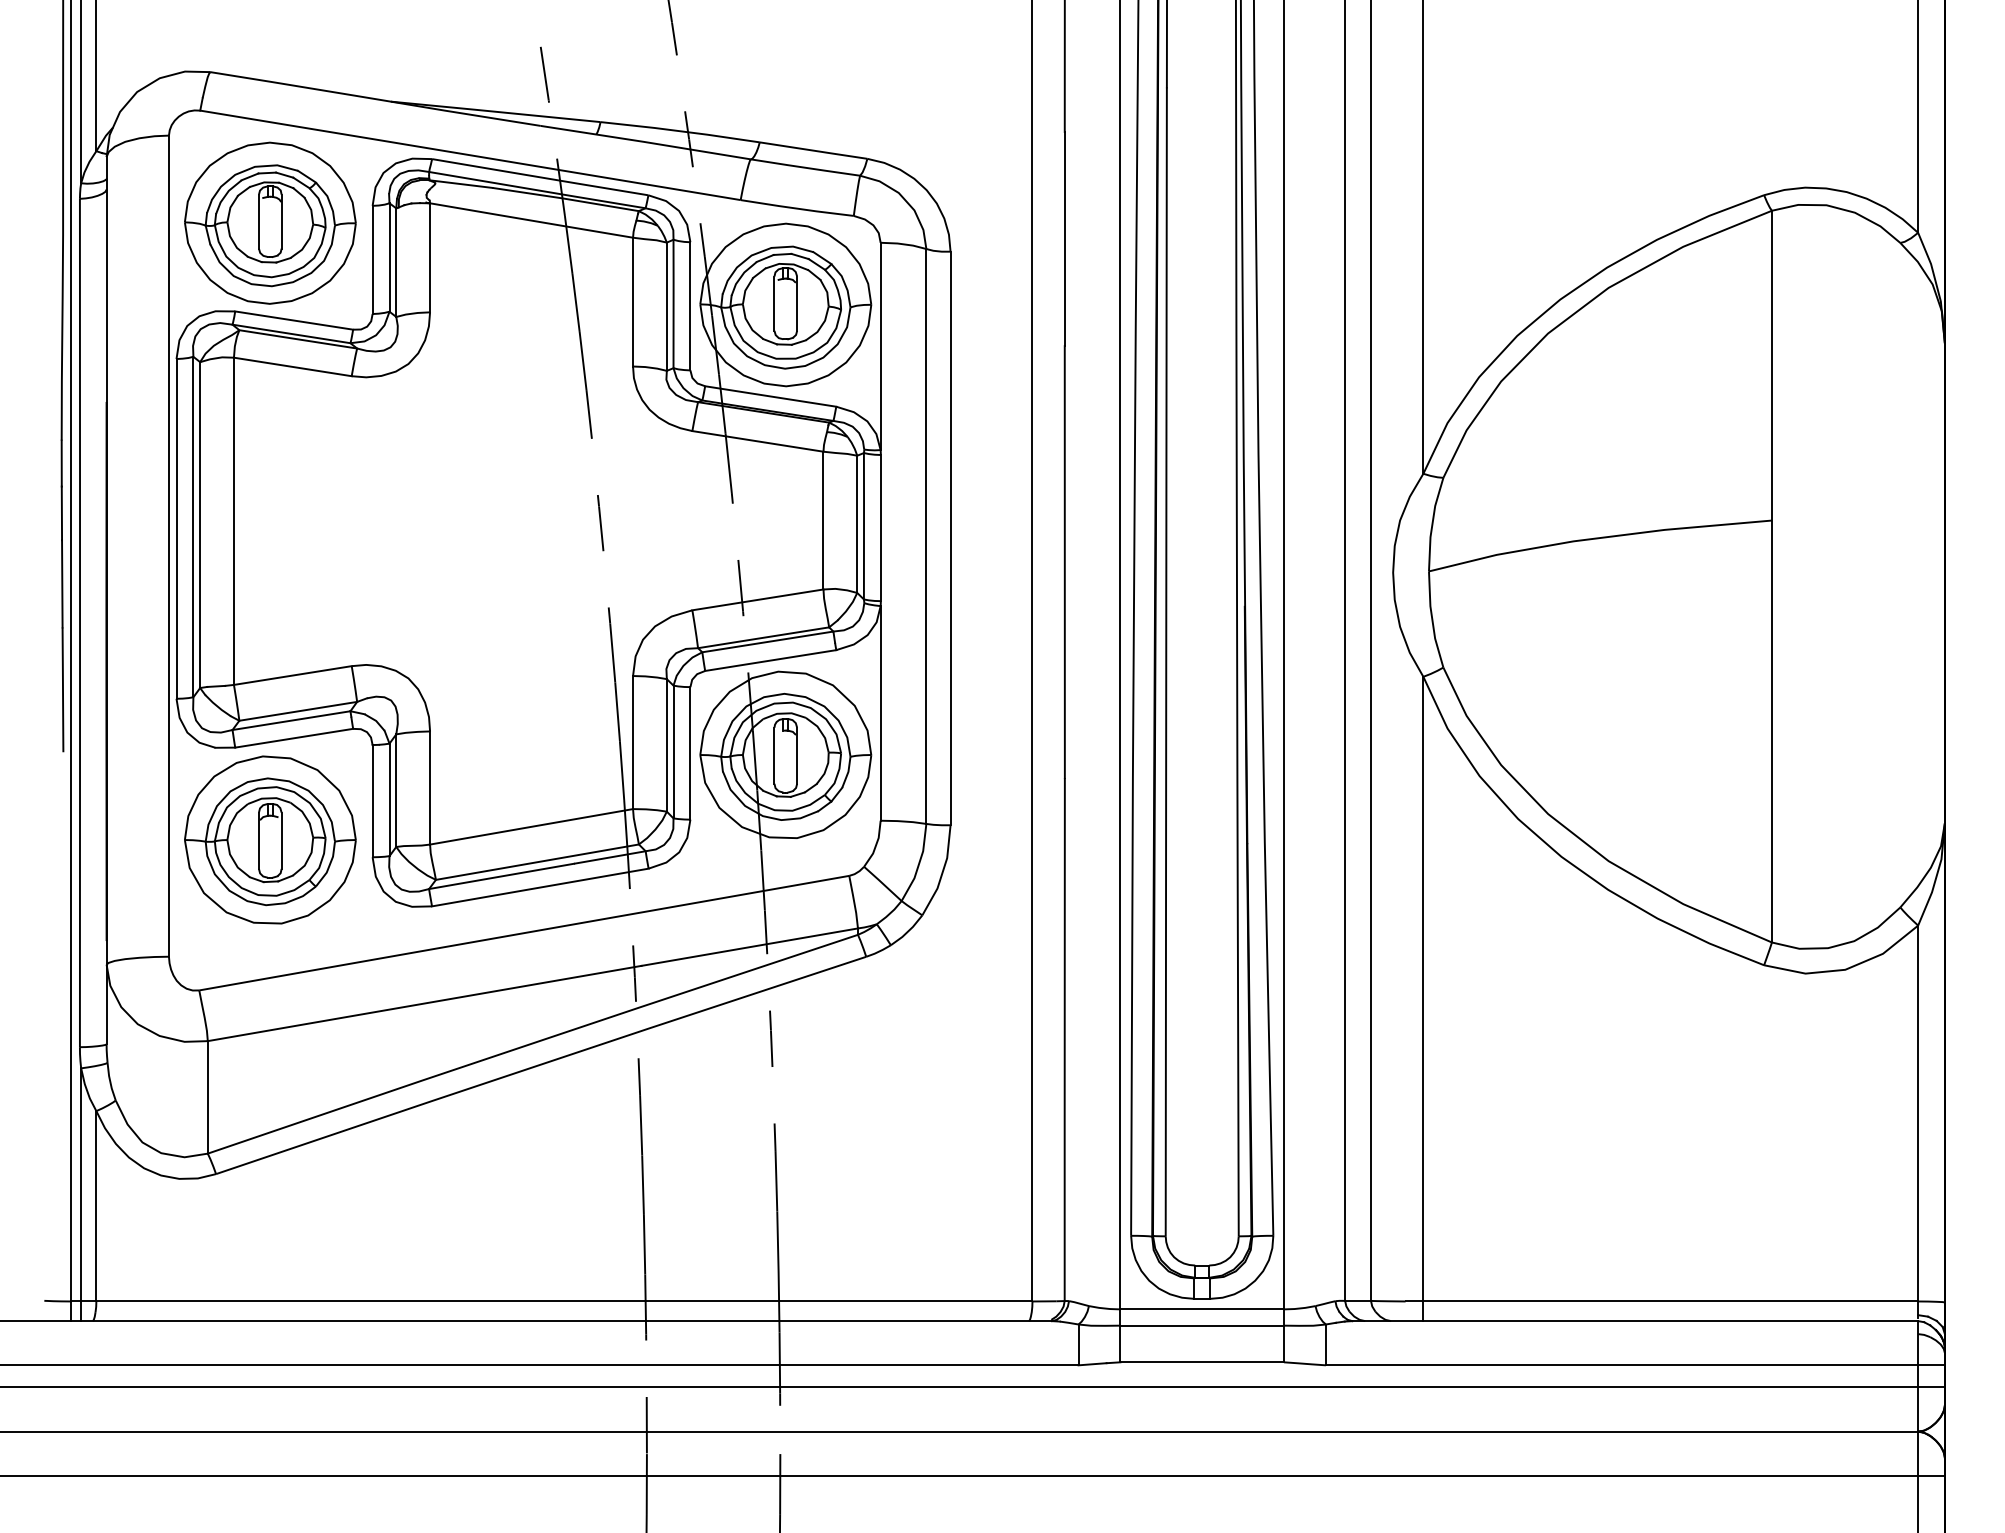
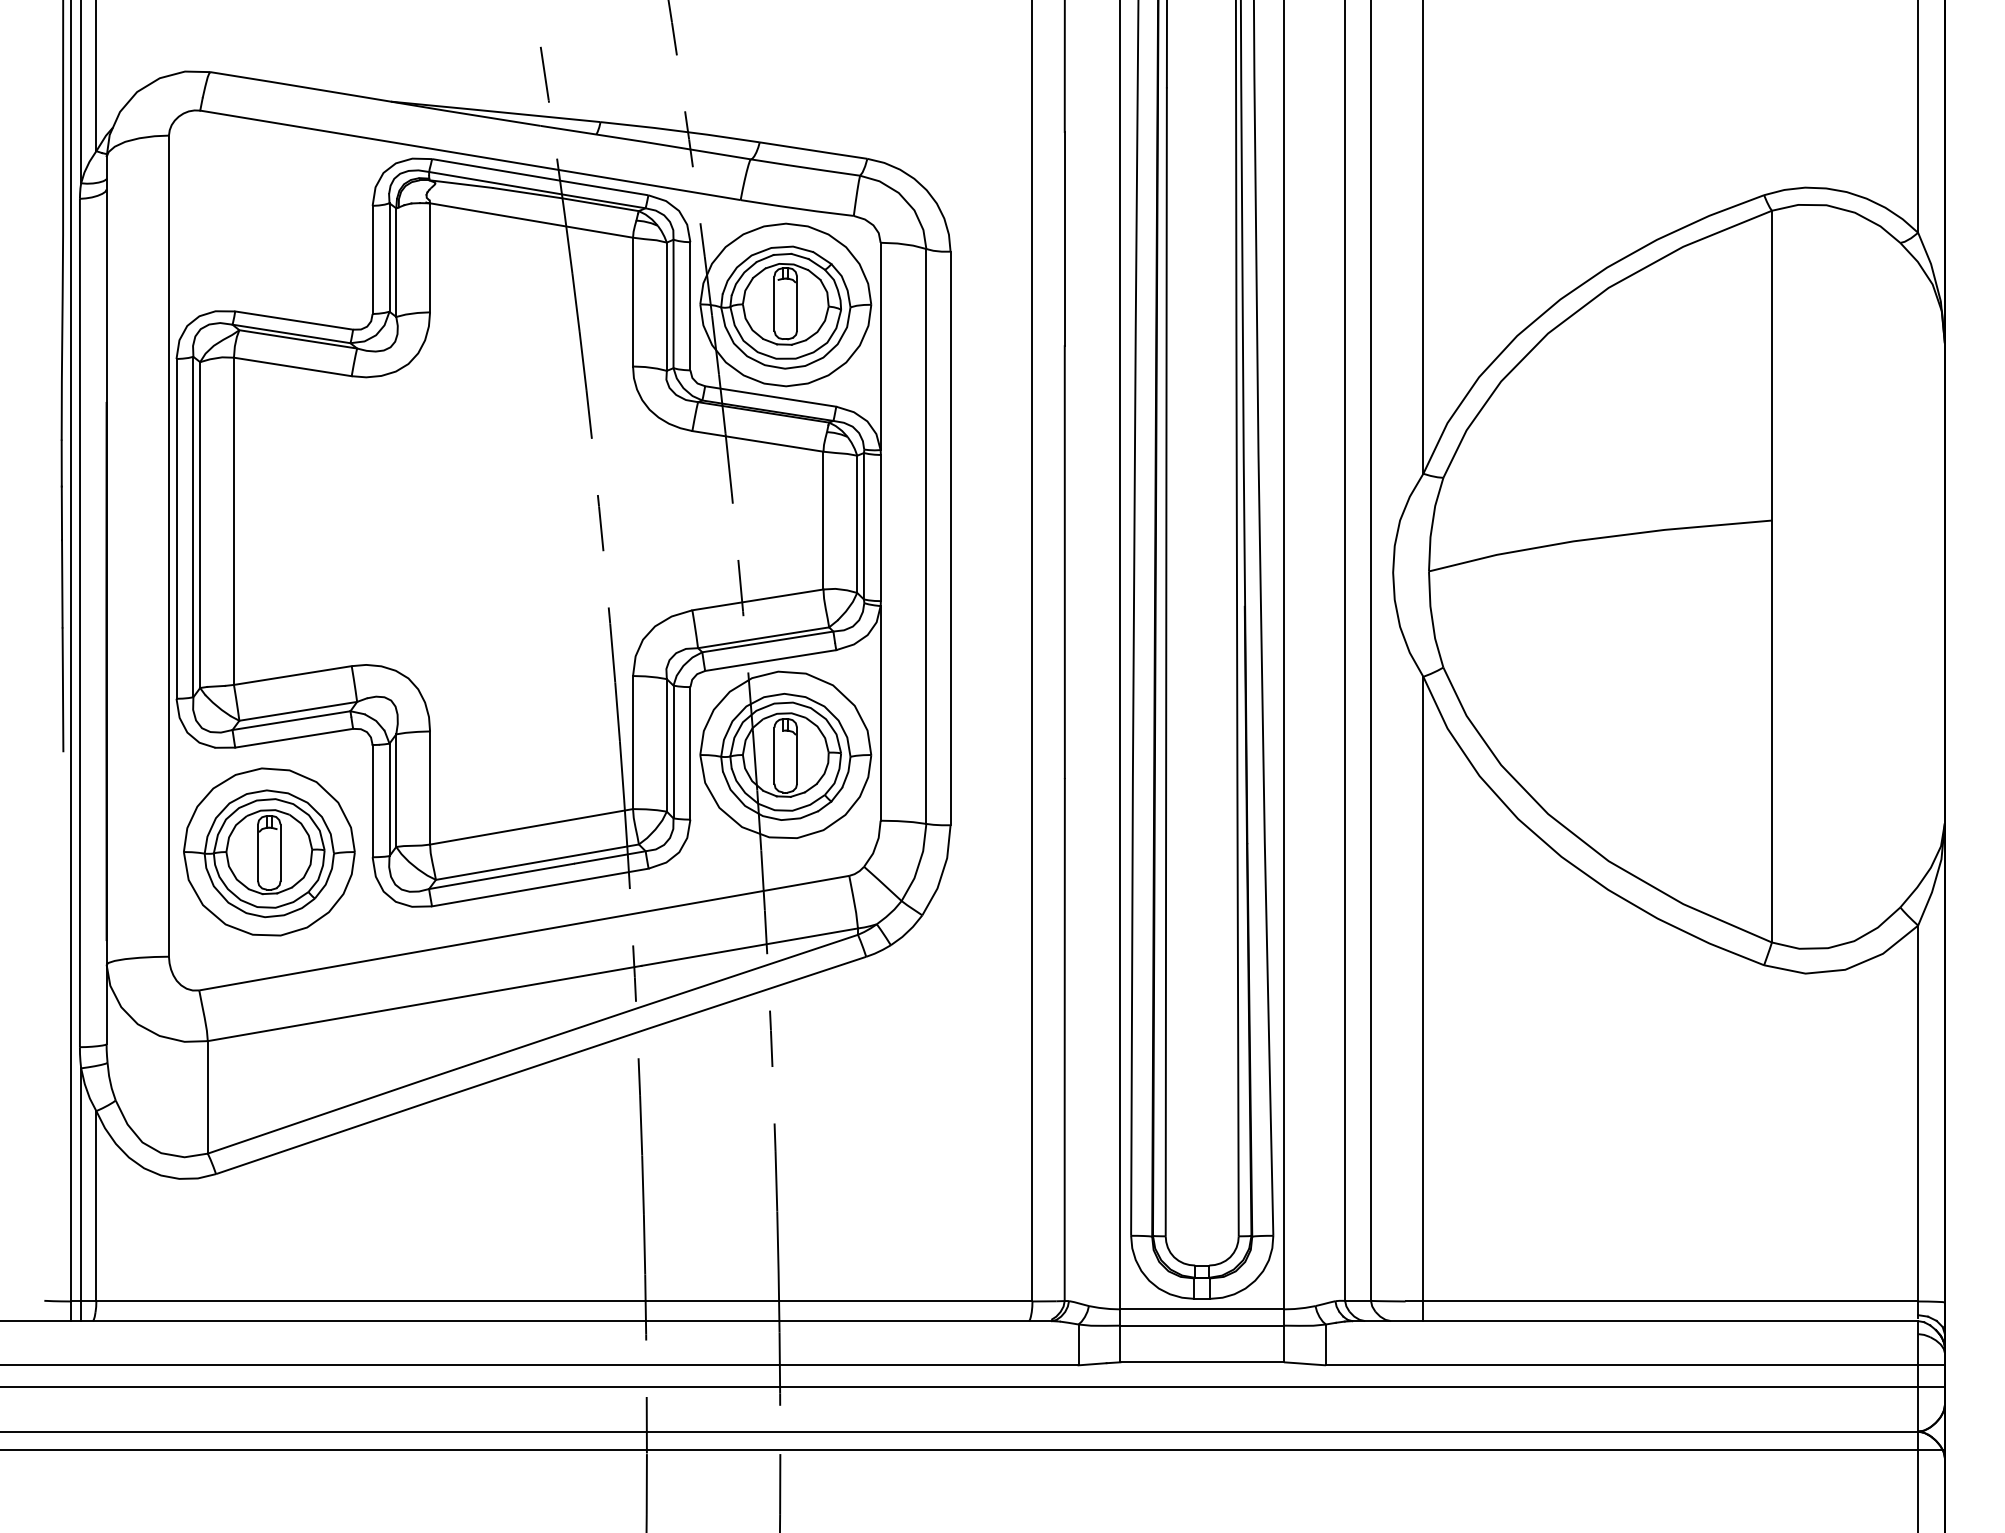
part at (270, 222): present -> none
part at (270, 839) position: (270, 839) -> (269, 851)
line at (973, 1475) position: (973, 1475) -> (973, 1449)
